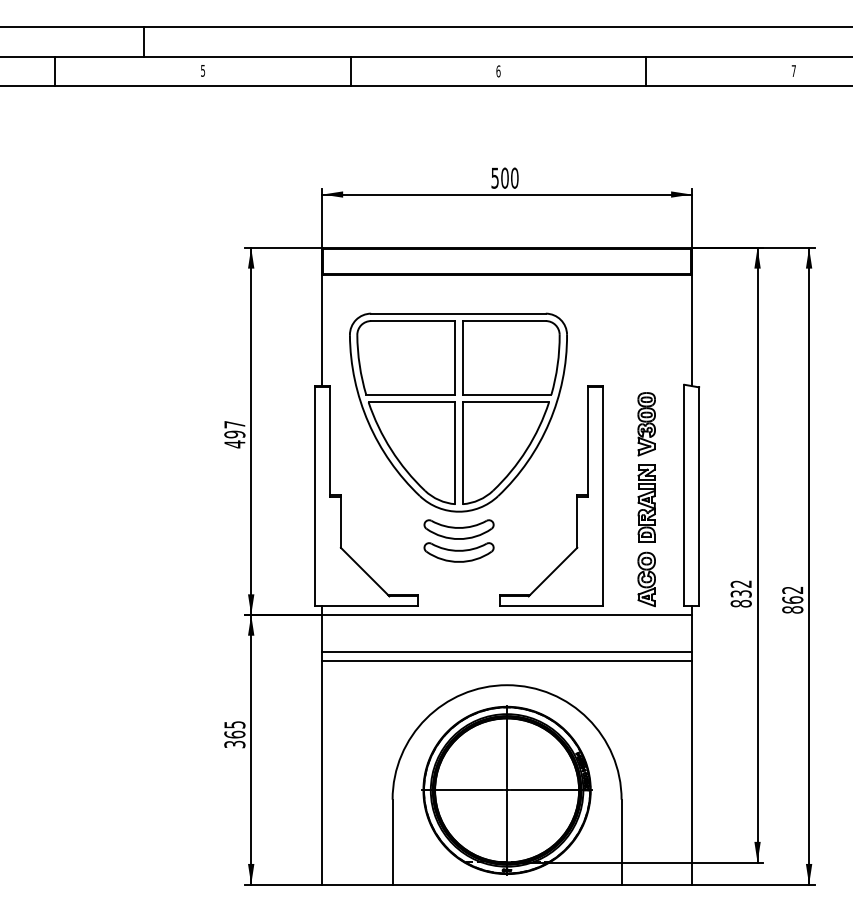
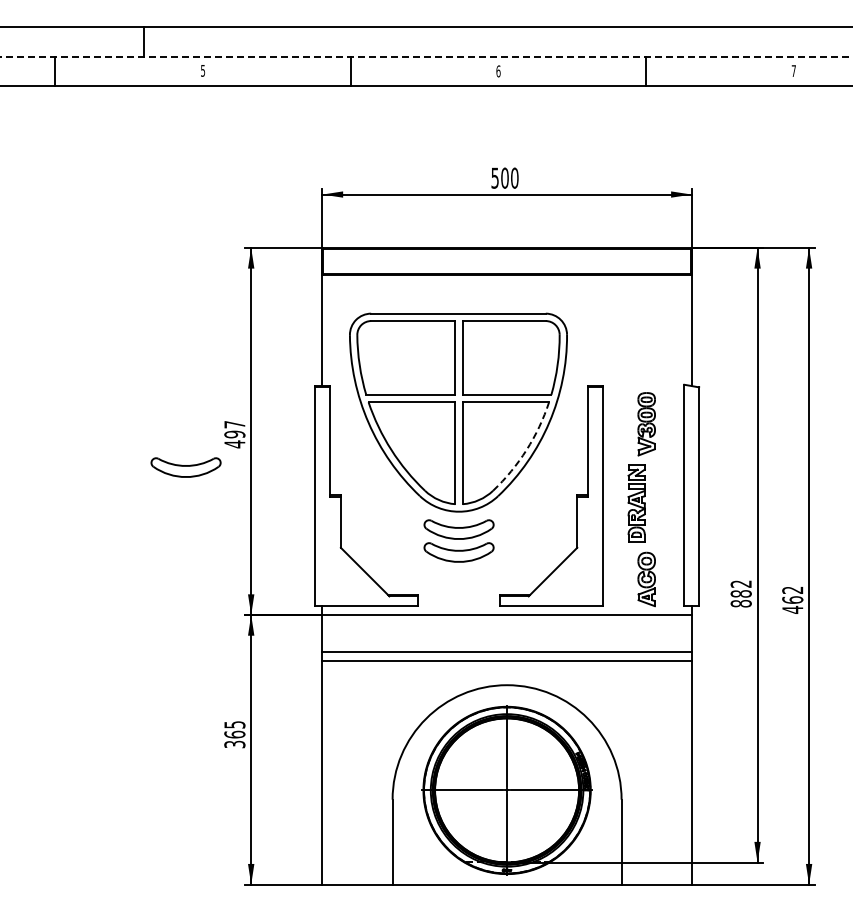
line at (426, 56): solid -> dashed
arc at (526, 450): solid -> dashed
part at (185, 467): none -> present
part at (646, 503) position: (646, 503) -> (636, 503)
text at (740, 593): 832 -> 882
text at (792, 609): 862 -> 462
